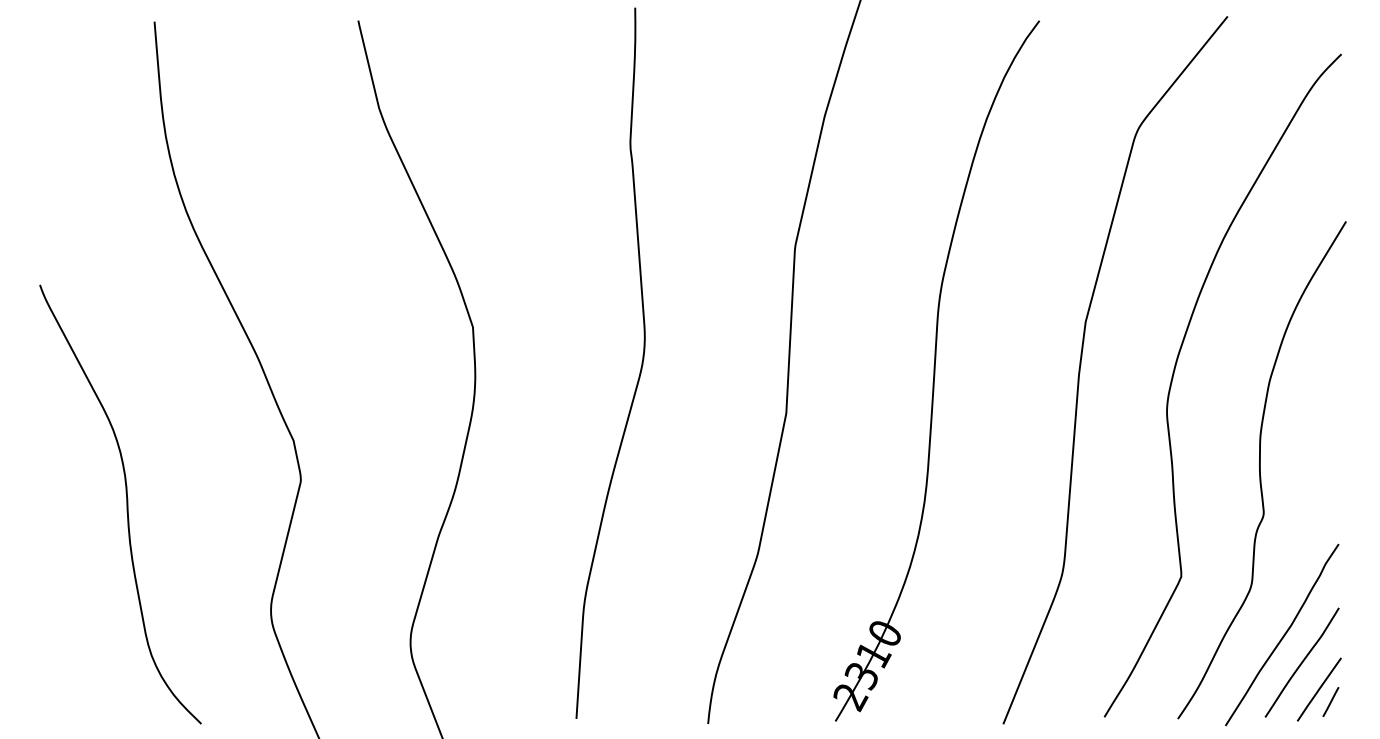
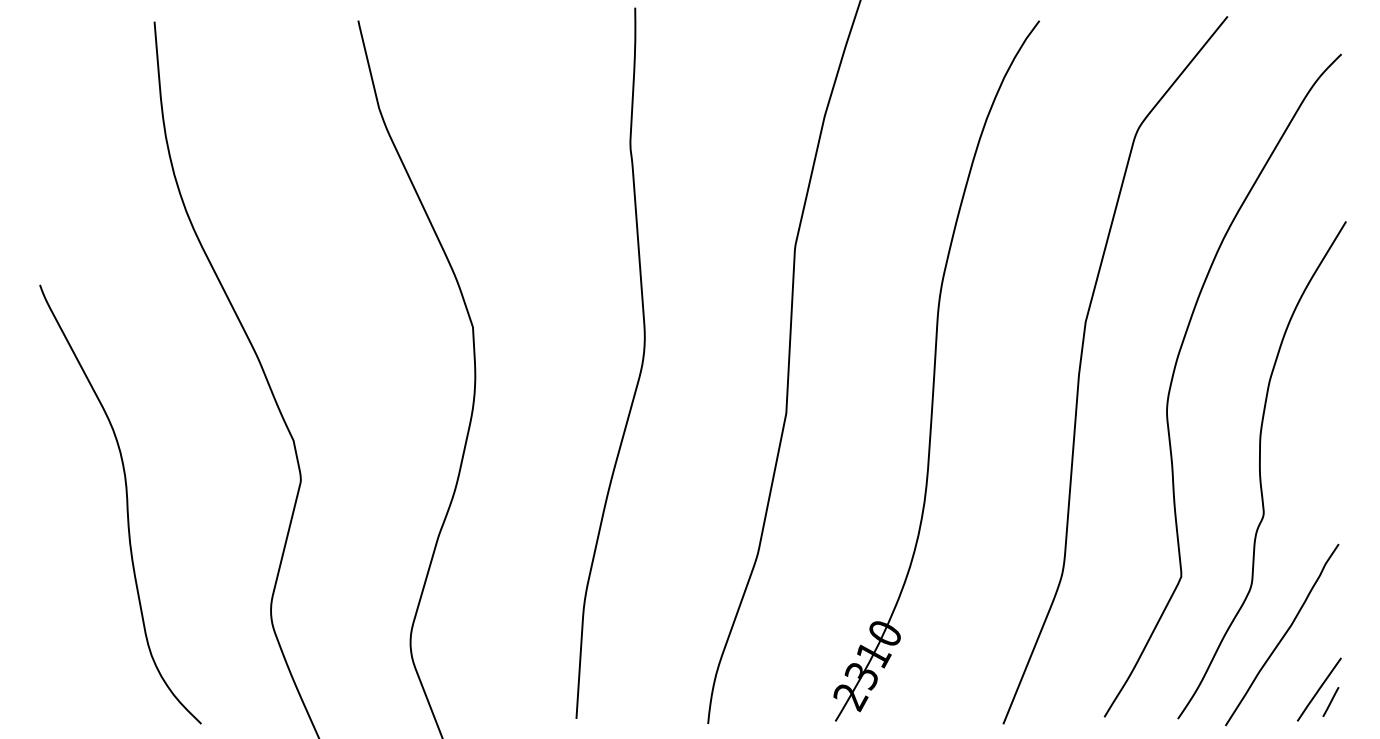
curve at (1301, 662): present -> none
